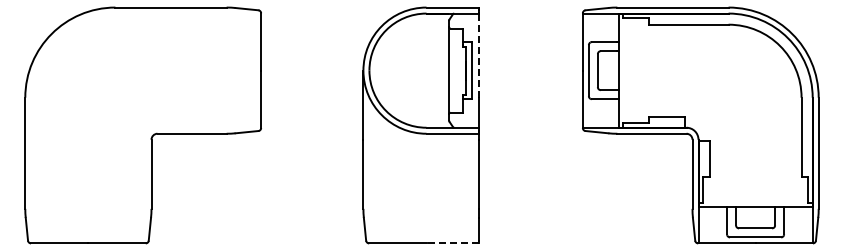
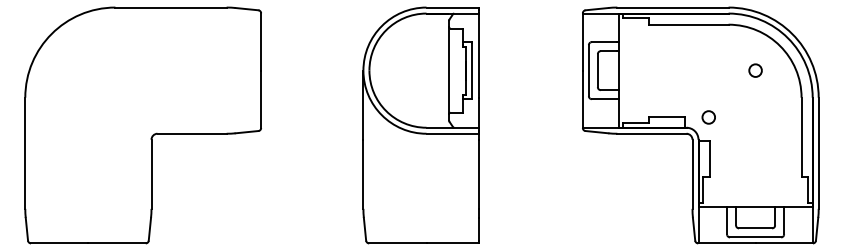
line at (479, 55): dashed -> solid
circle at (755, 70): none -> present
circle at (708, 117): none -> present
line at (452, 243): dashed -> solid
